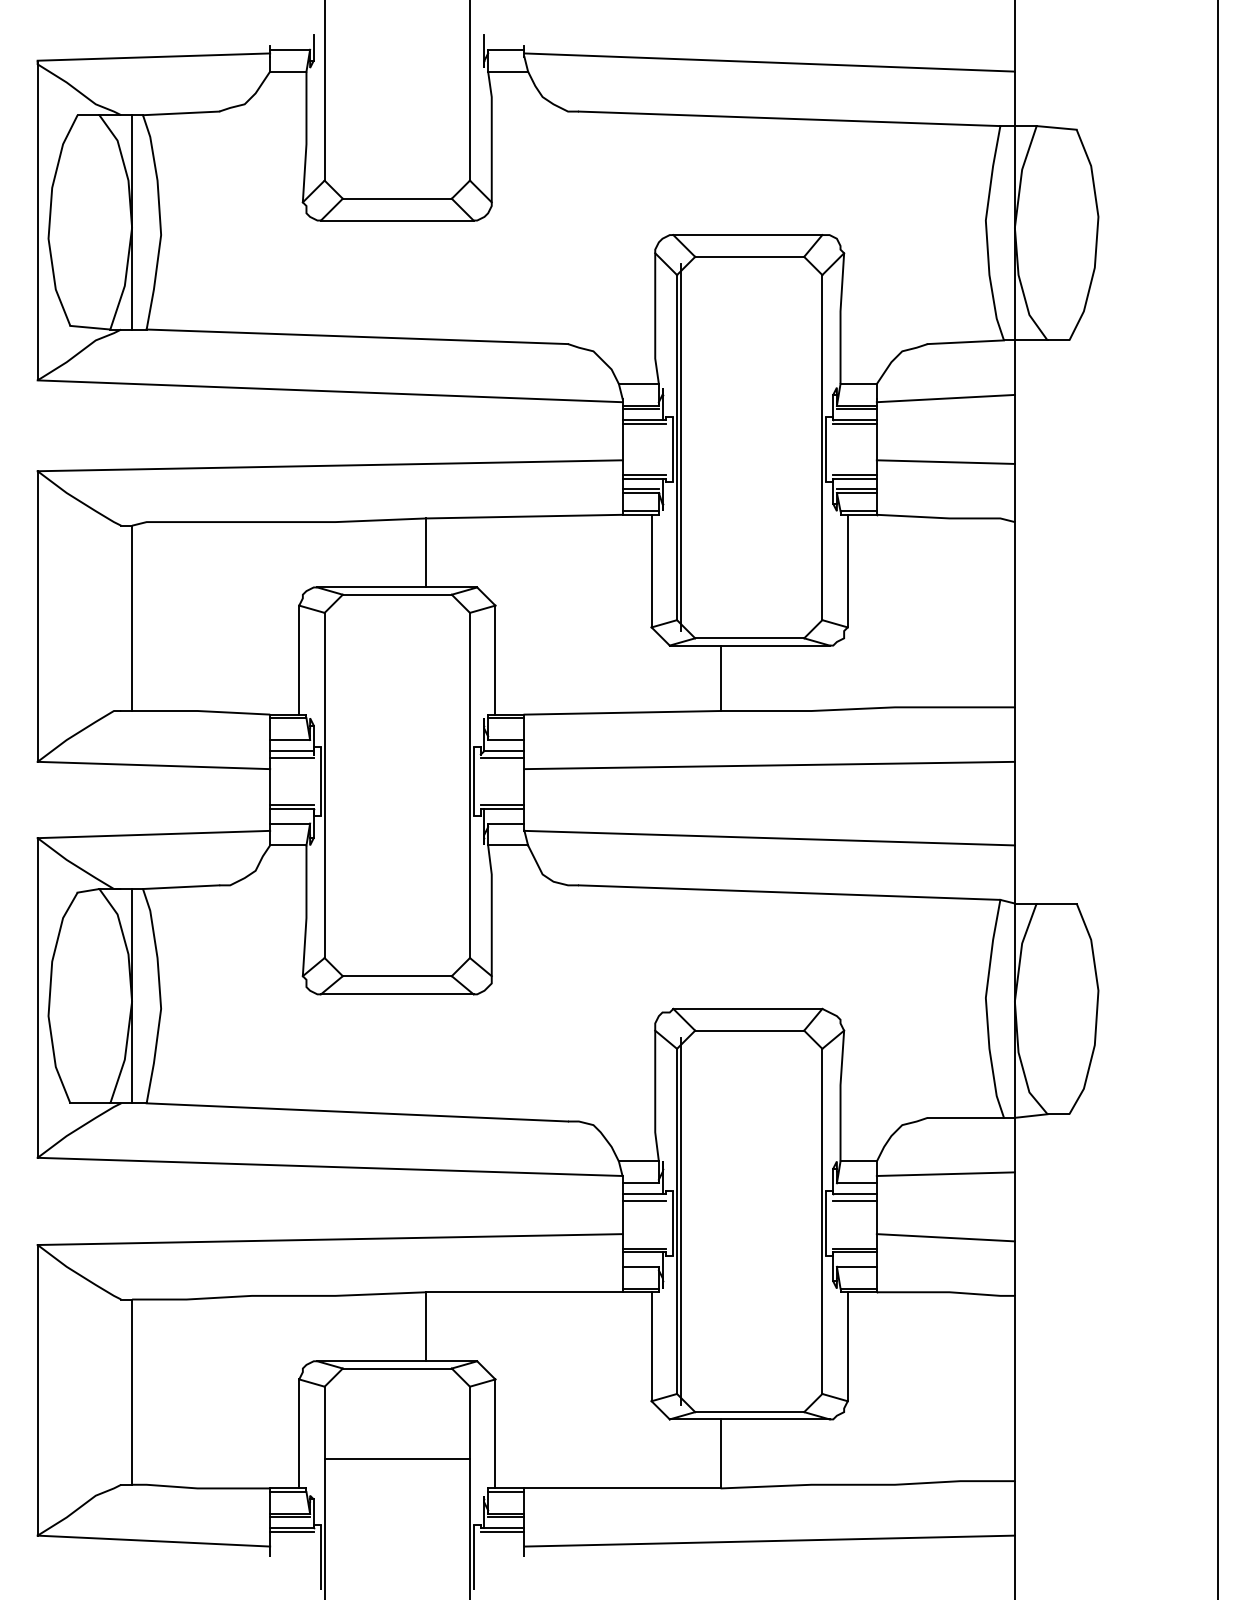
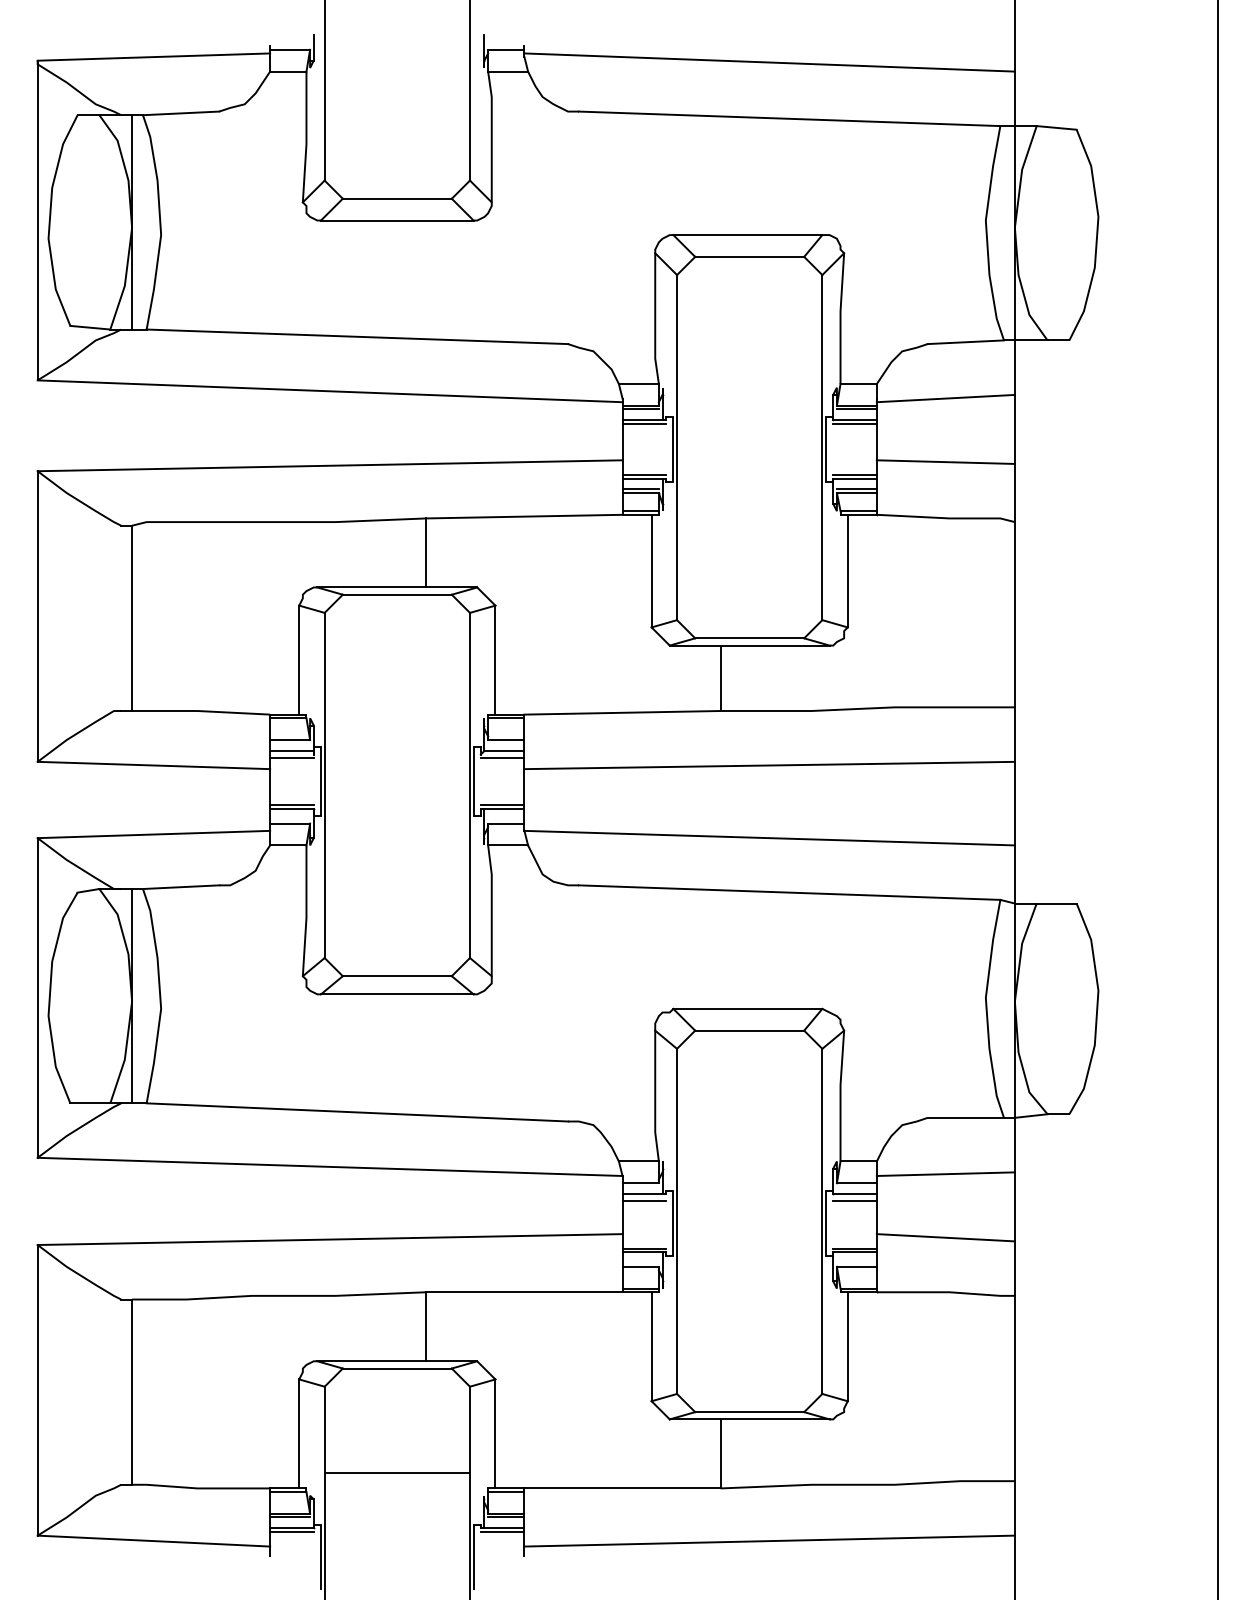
line at (680, 447): present -> none
line at (680, 1220): present -> none
line at (396, 1459) position: (396, 1459) -> (396, 1473)
